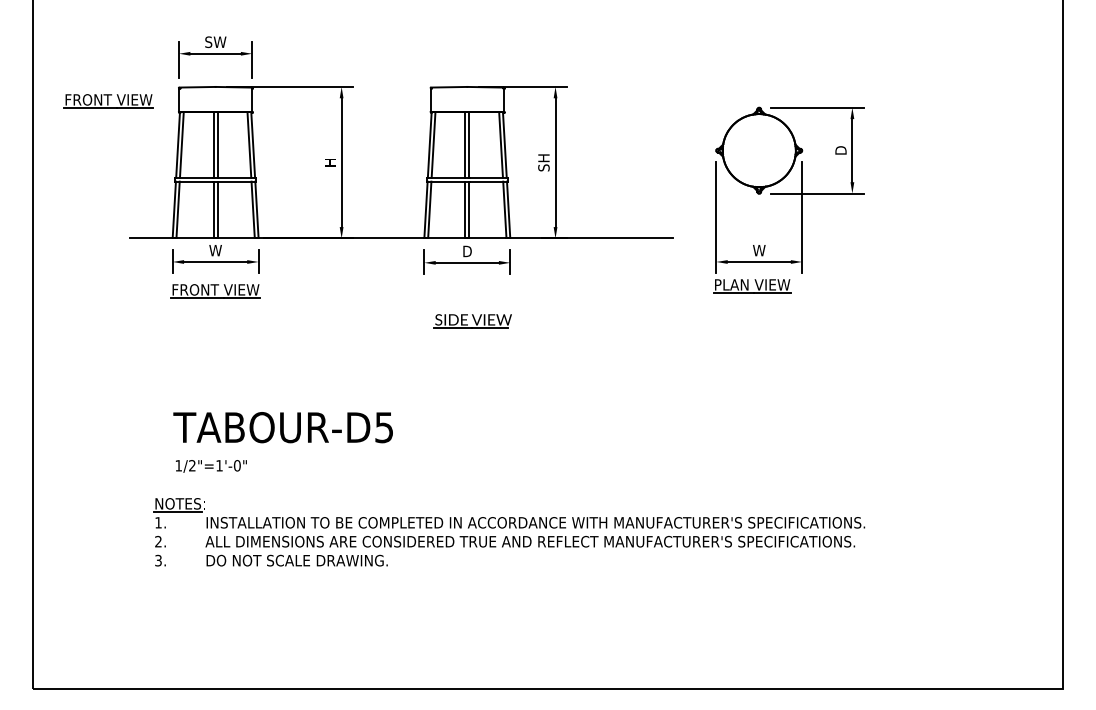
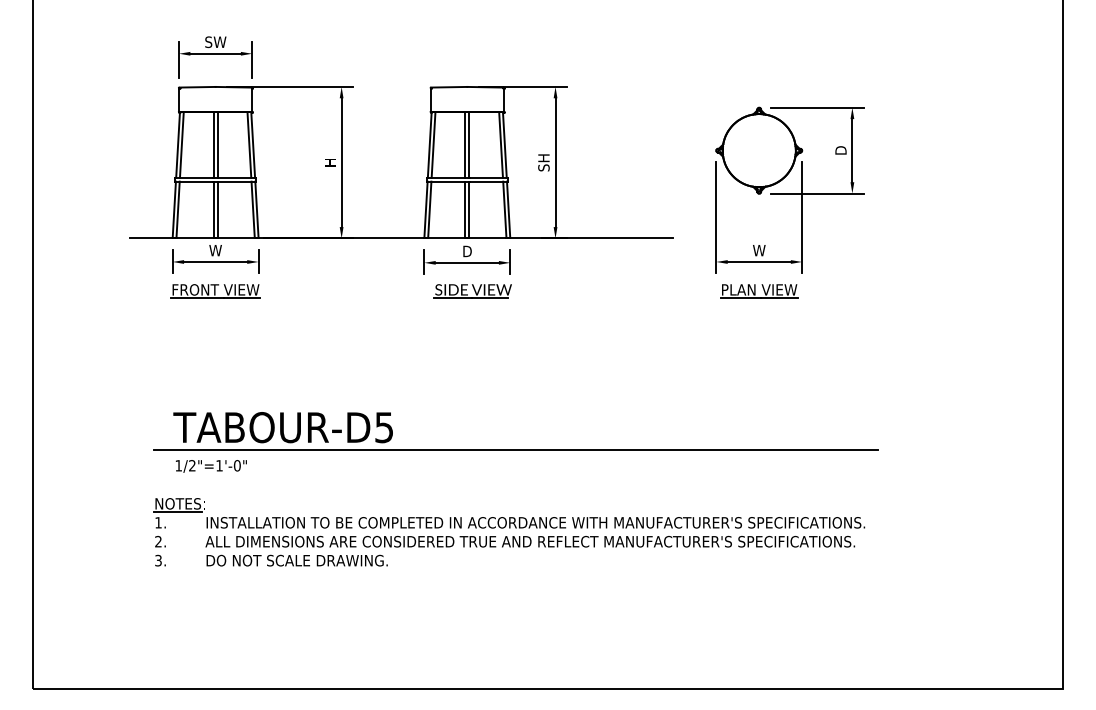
part at (108, 101): present -> none
part at (752, 286) position: (752, 286) -> (759, 291)
part at (472, 321) position: (472, 321) -> (472, 291)
line at (516, 449): none -> present
